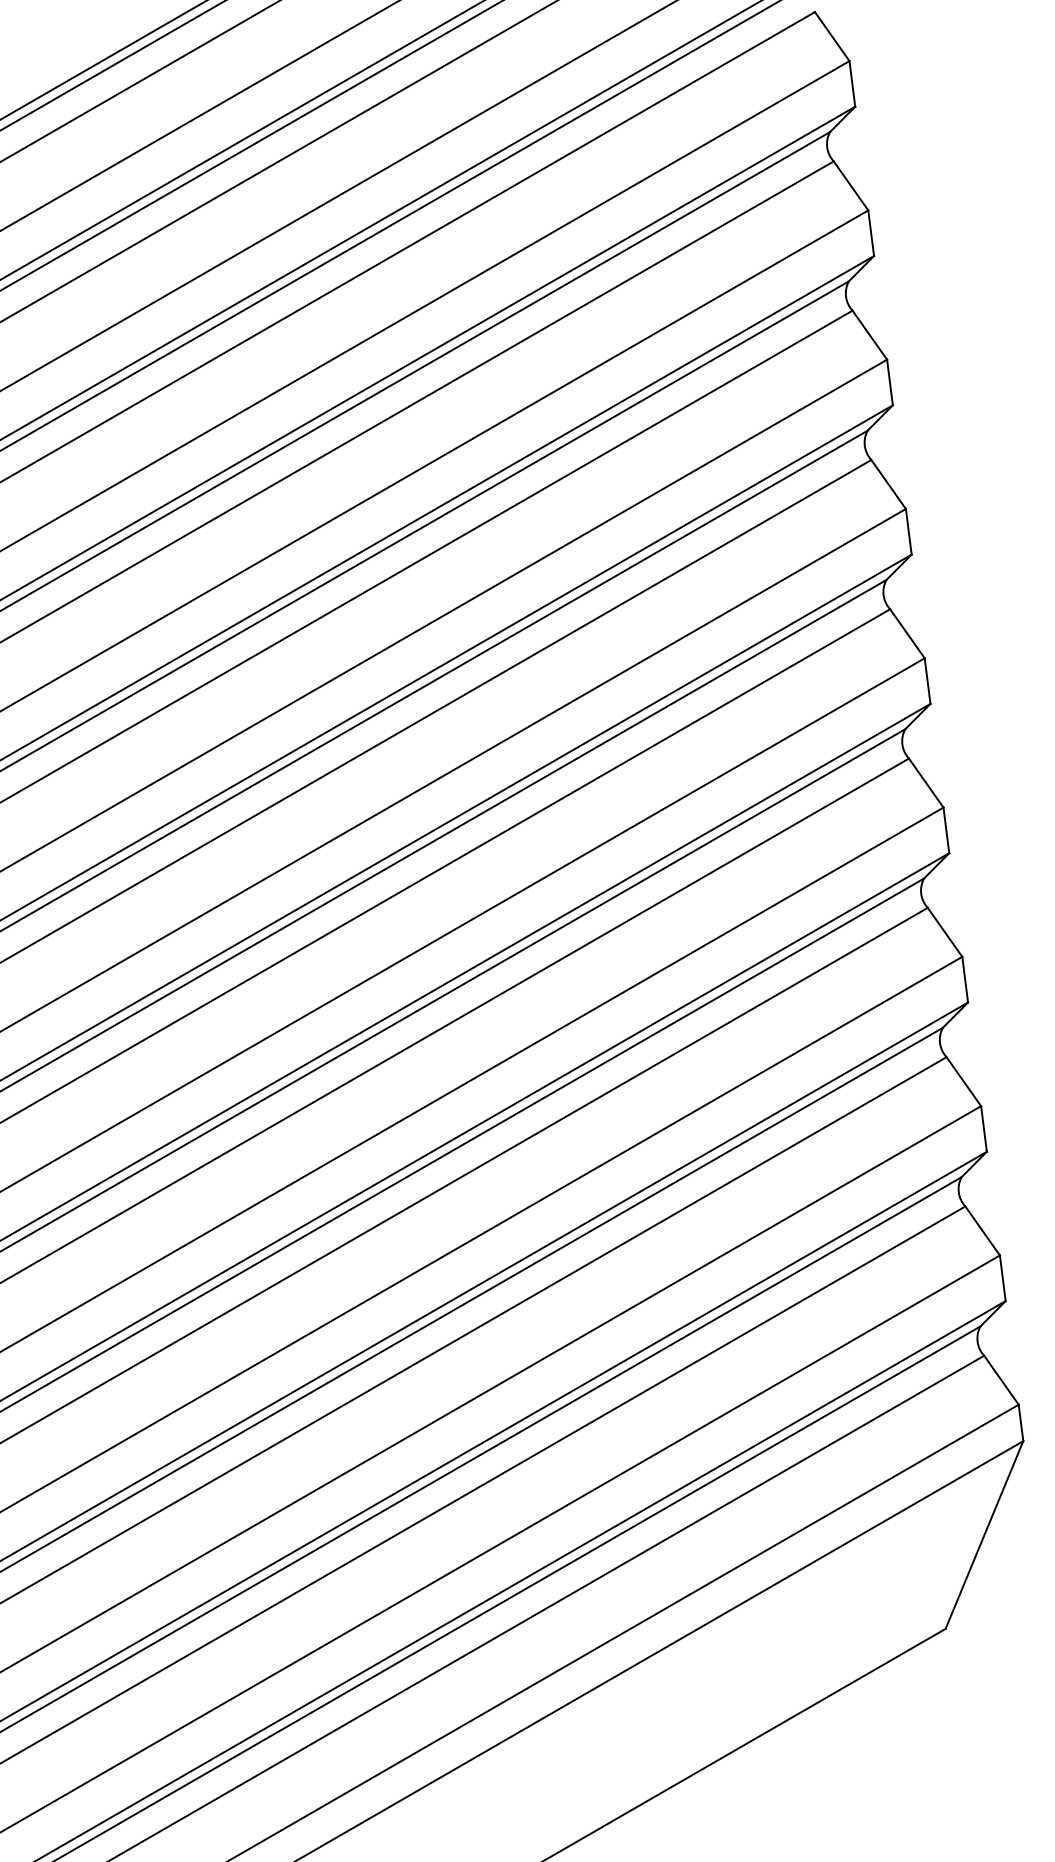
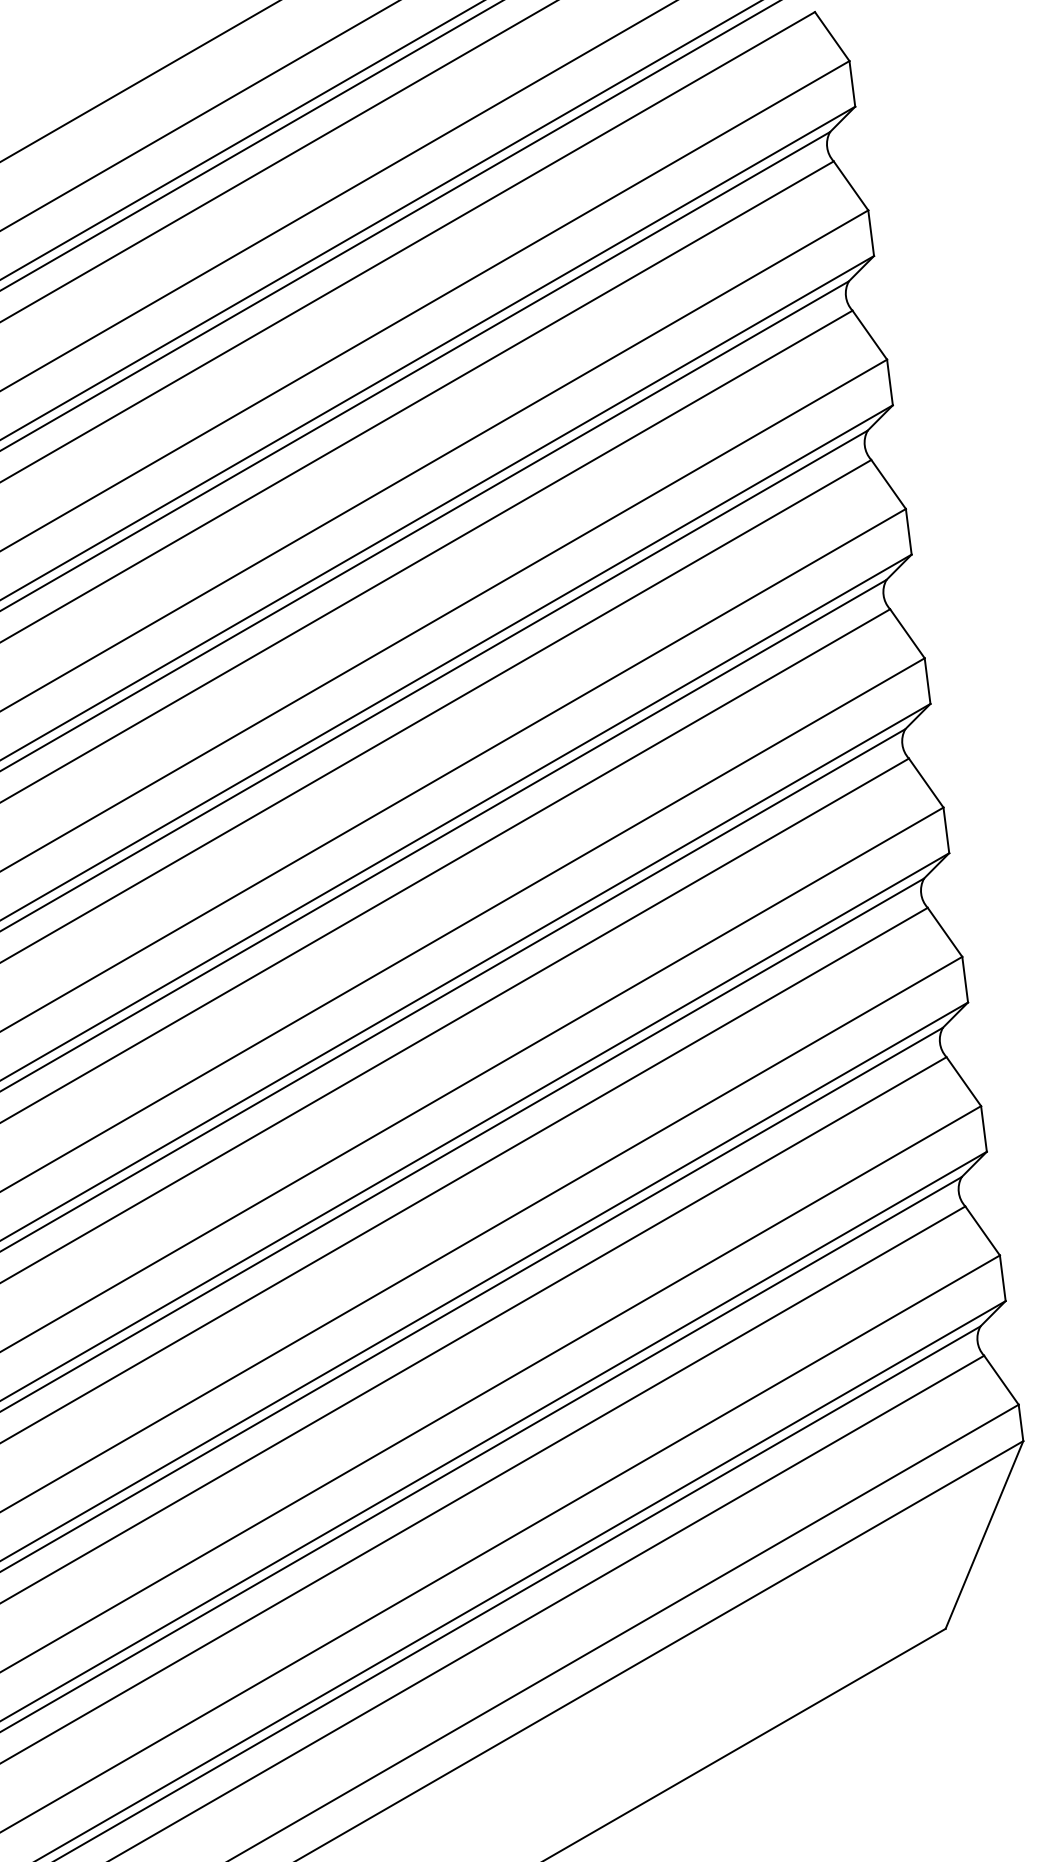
line at (102, 60): present -> none
line at (112, 65): present -> none
